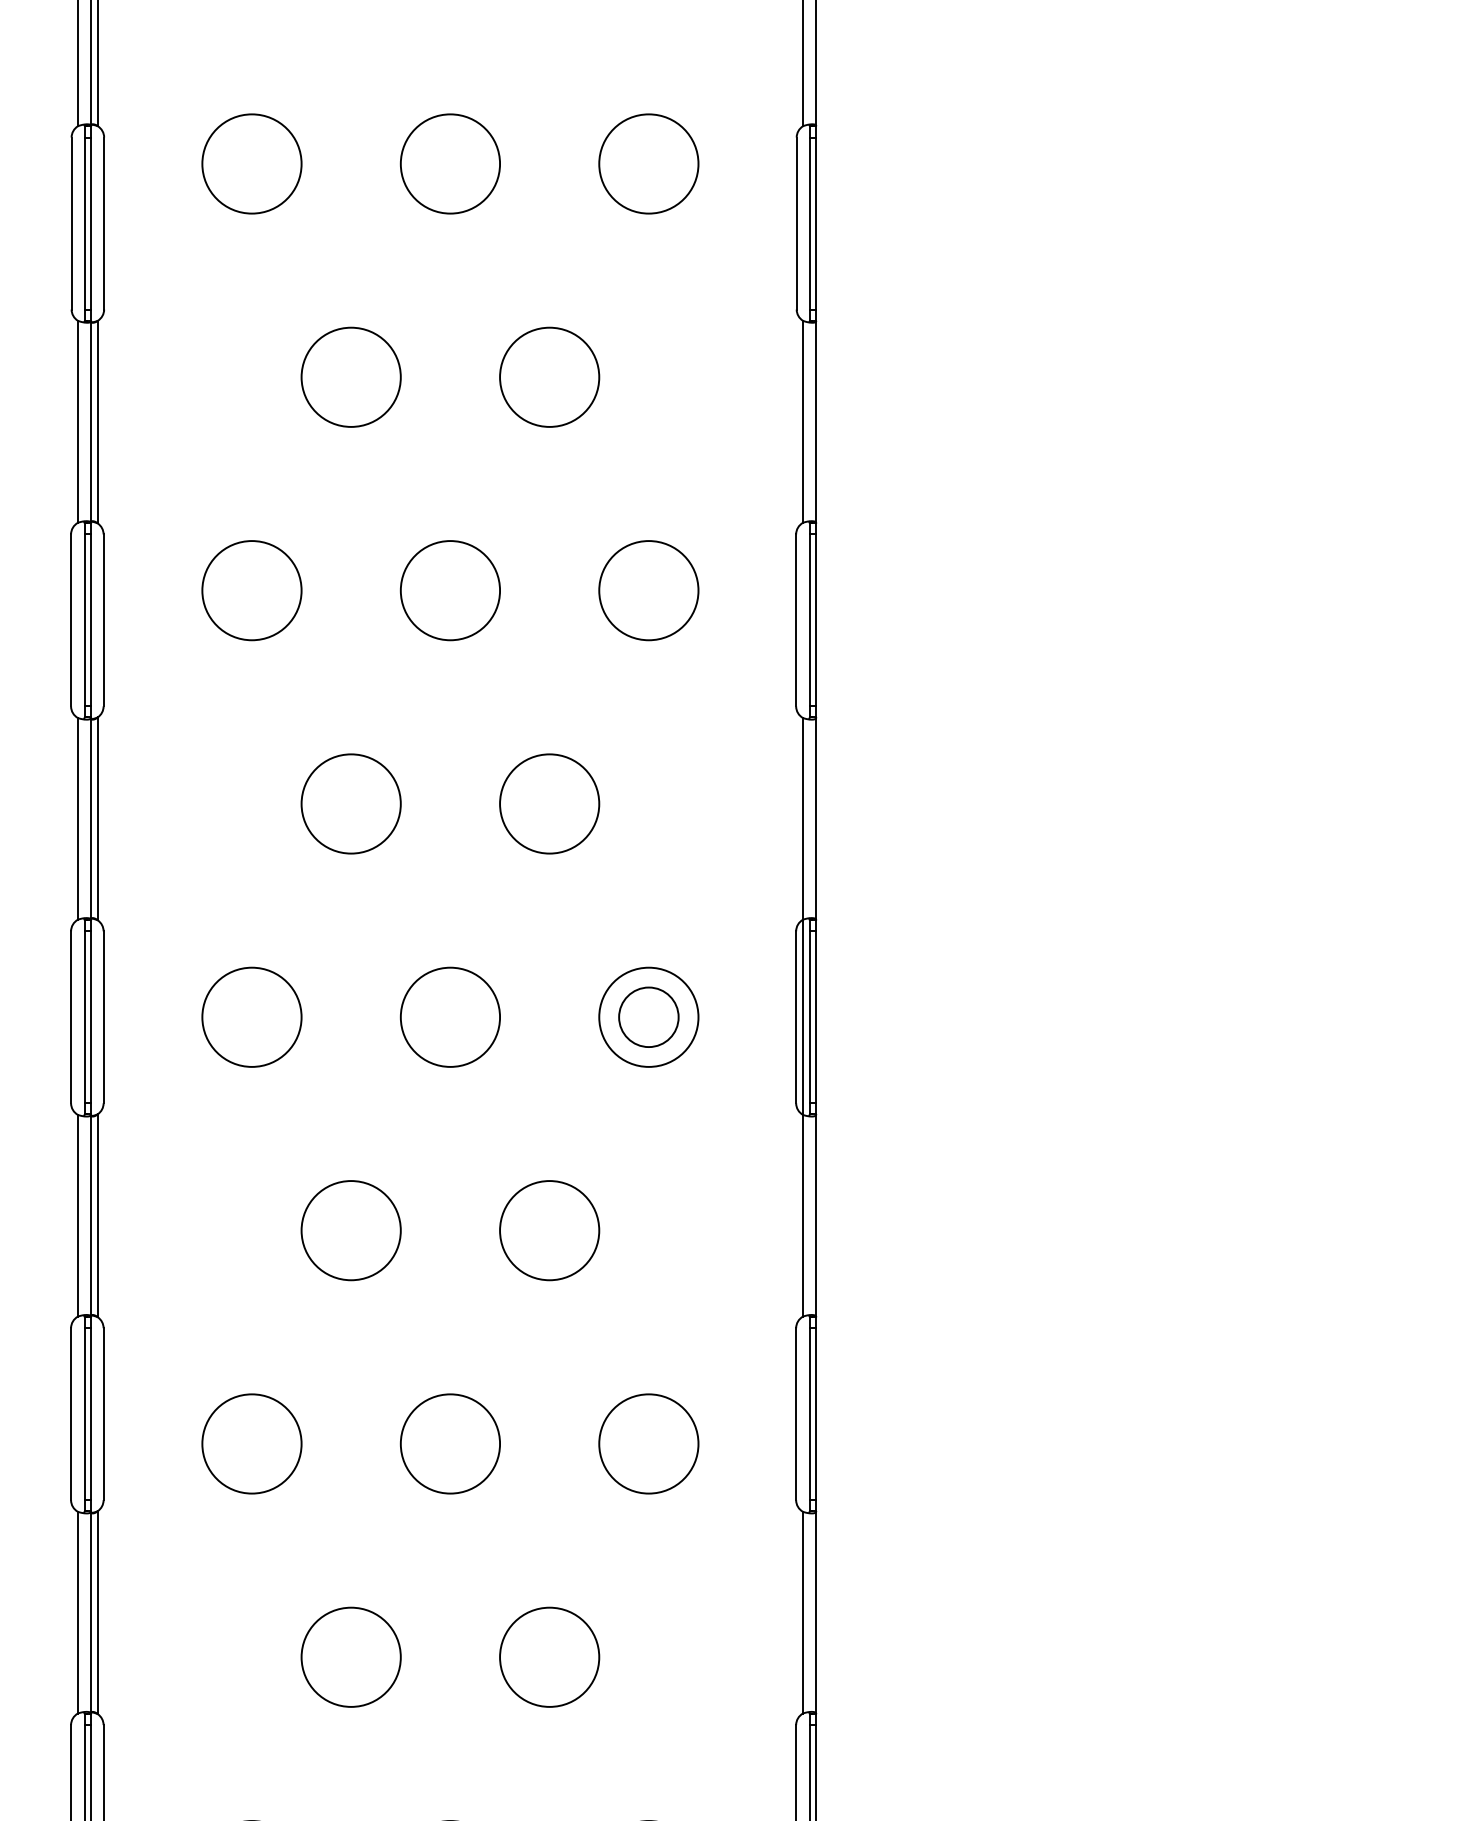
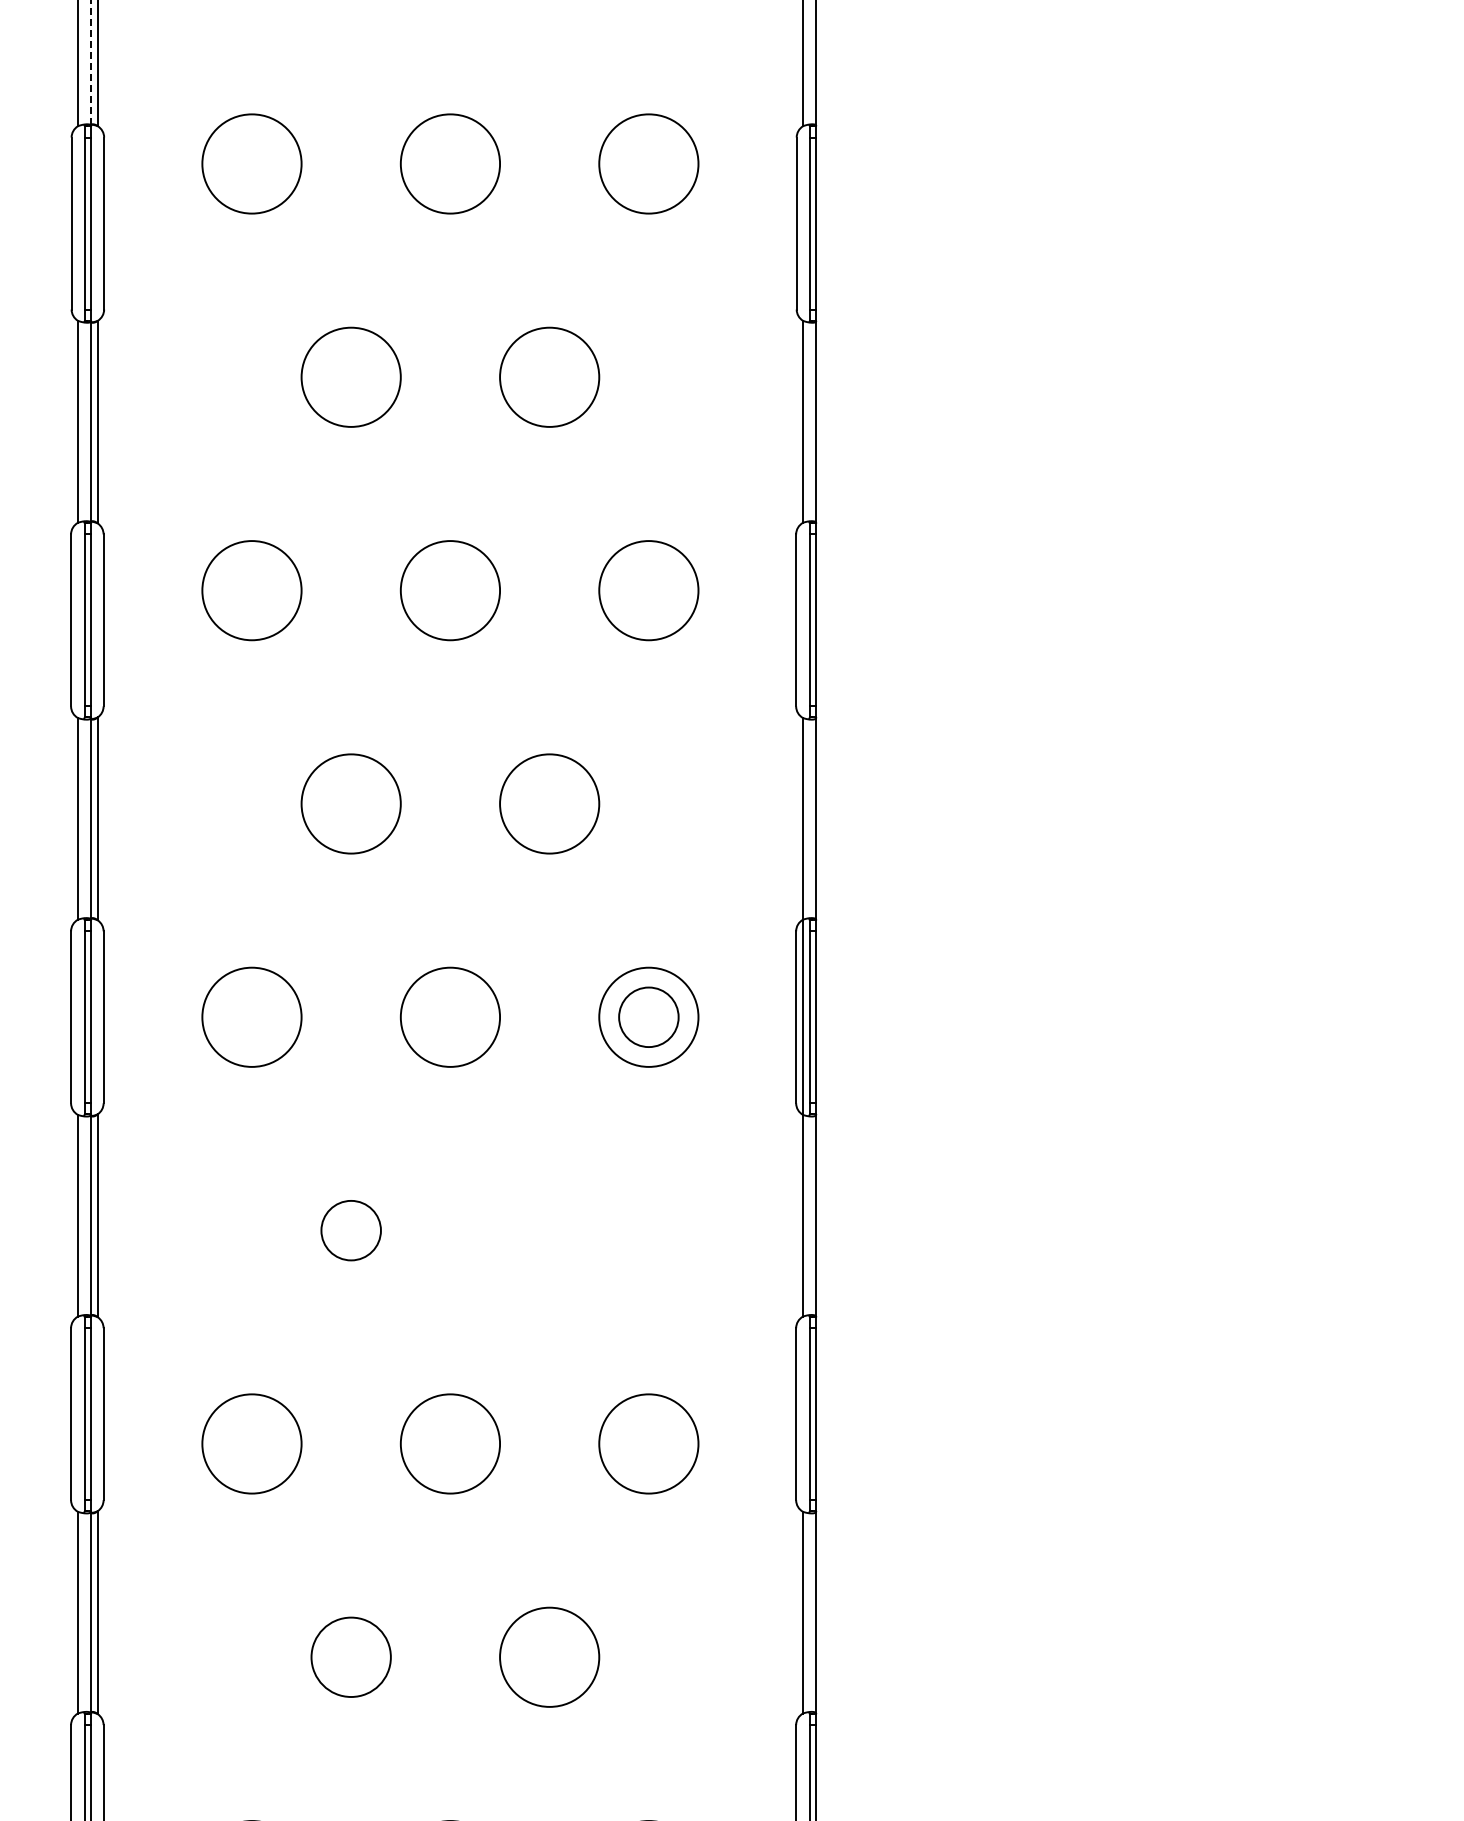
line at (91, 63): solid -> dashed
circle at (350, 1230) diameter: 99 px -> 60 px
circle at (549, 1230): present -> none
circle at (350, 1656) diameter: 99 px -> 79 px
